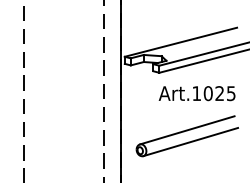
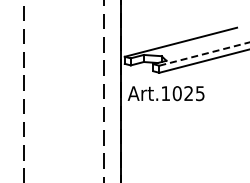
line at (204, 53): solid -> dashed
text at (196, 93) position: (196, 93) -> (165, 93)
part at (186, 136): present -> none
